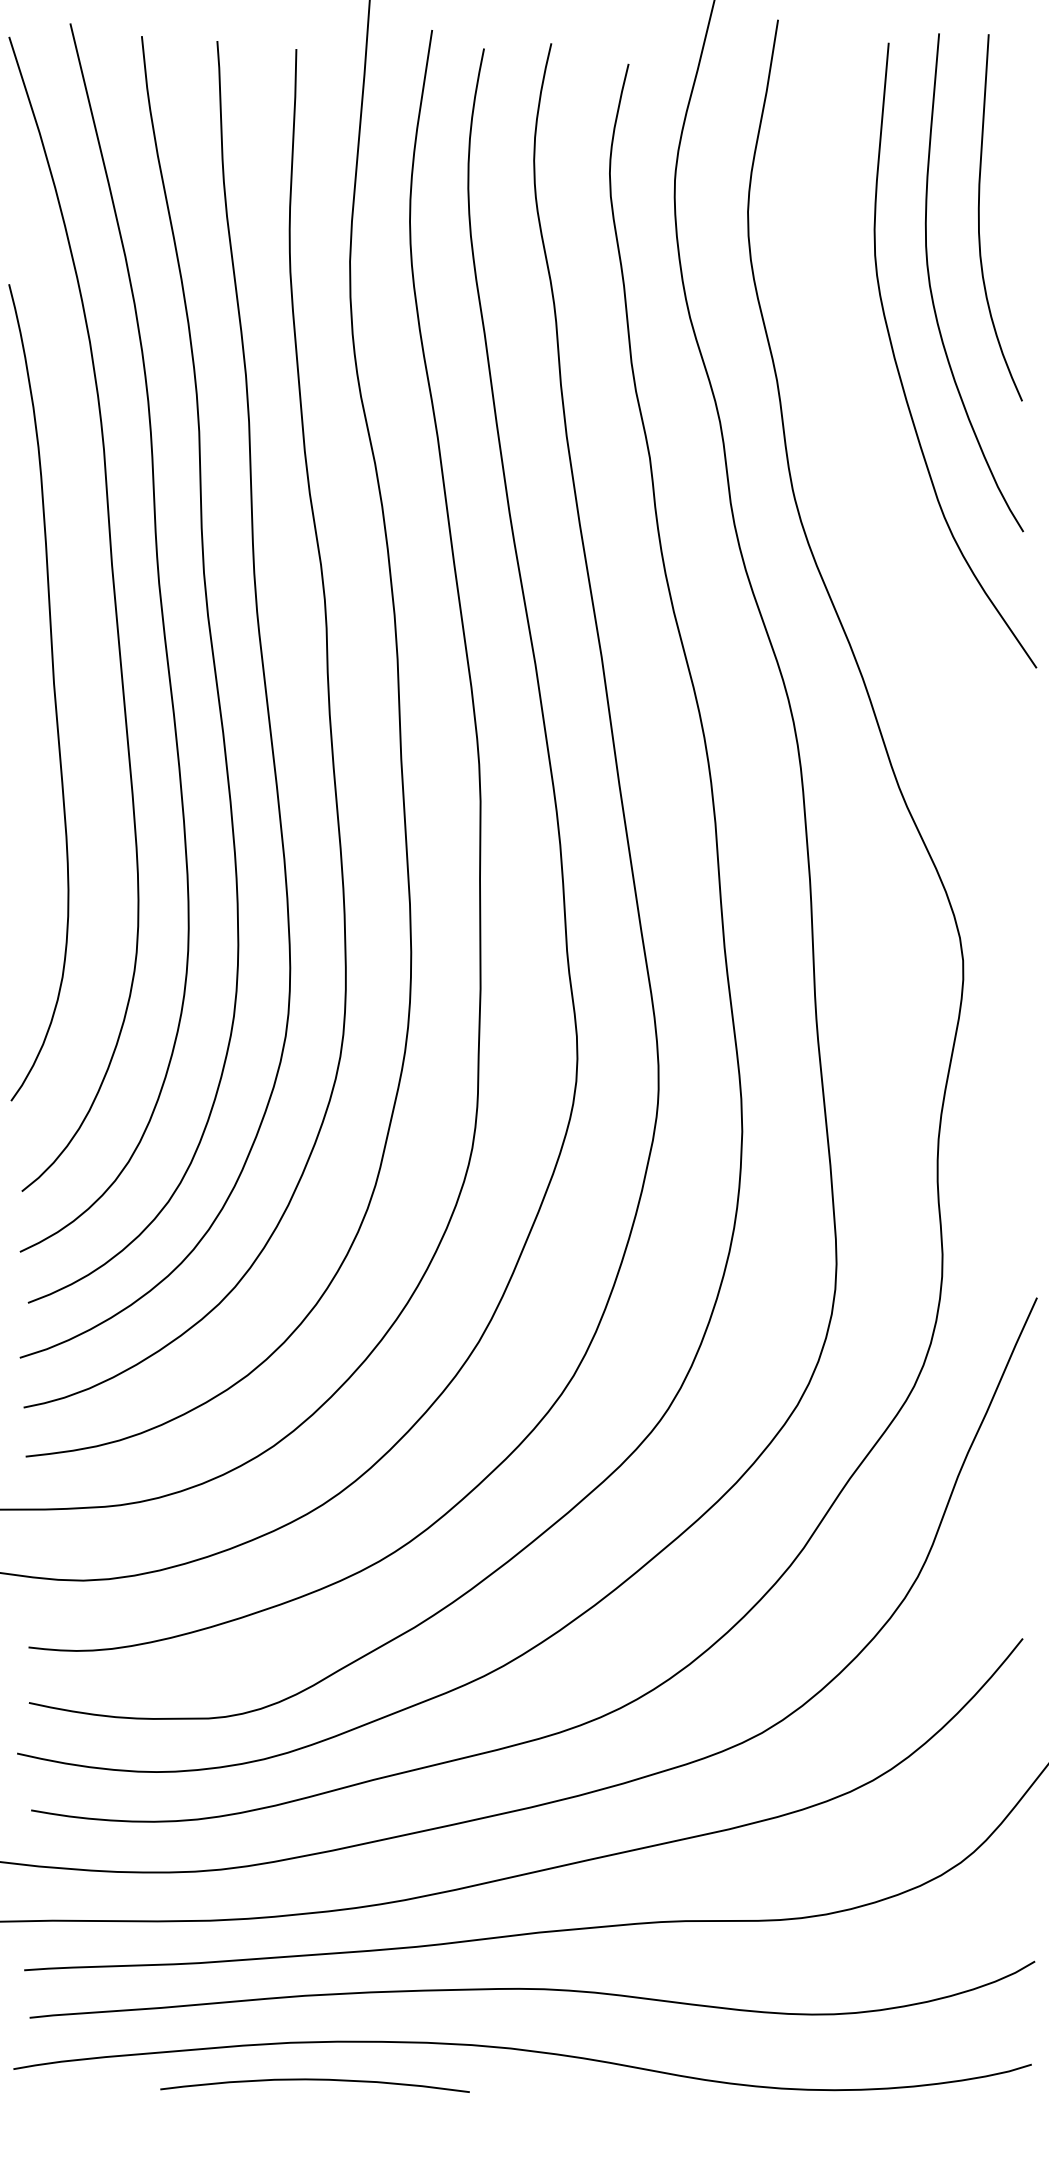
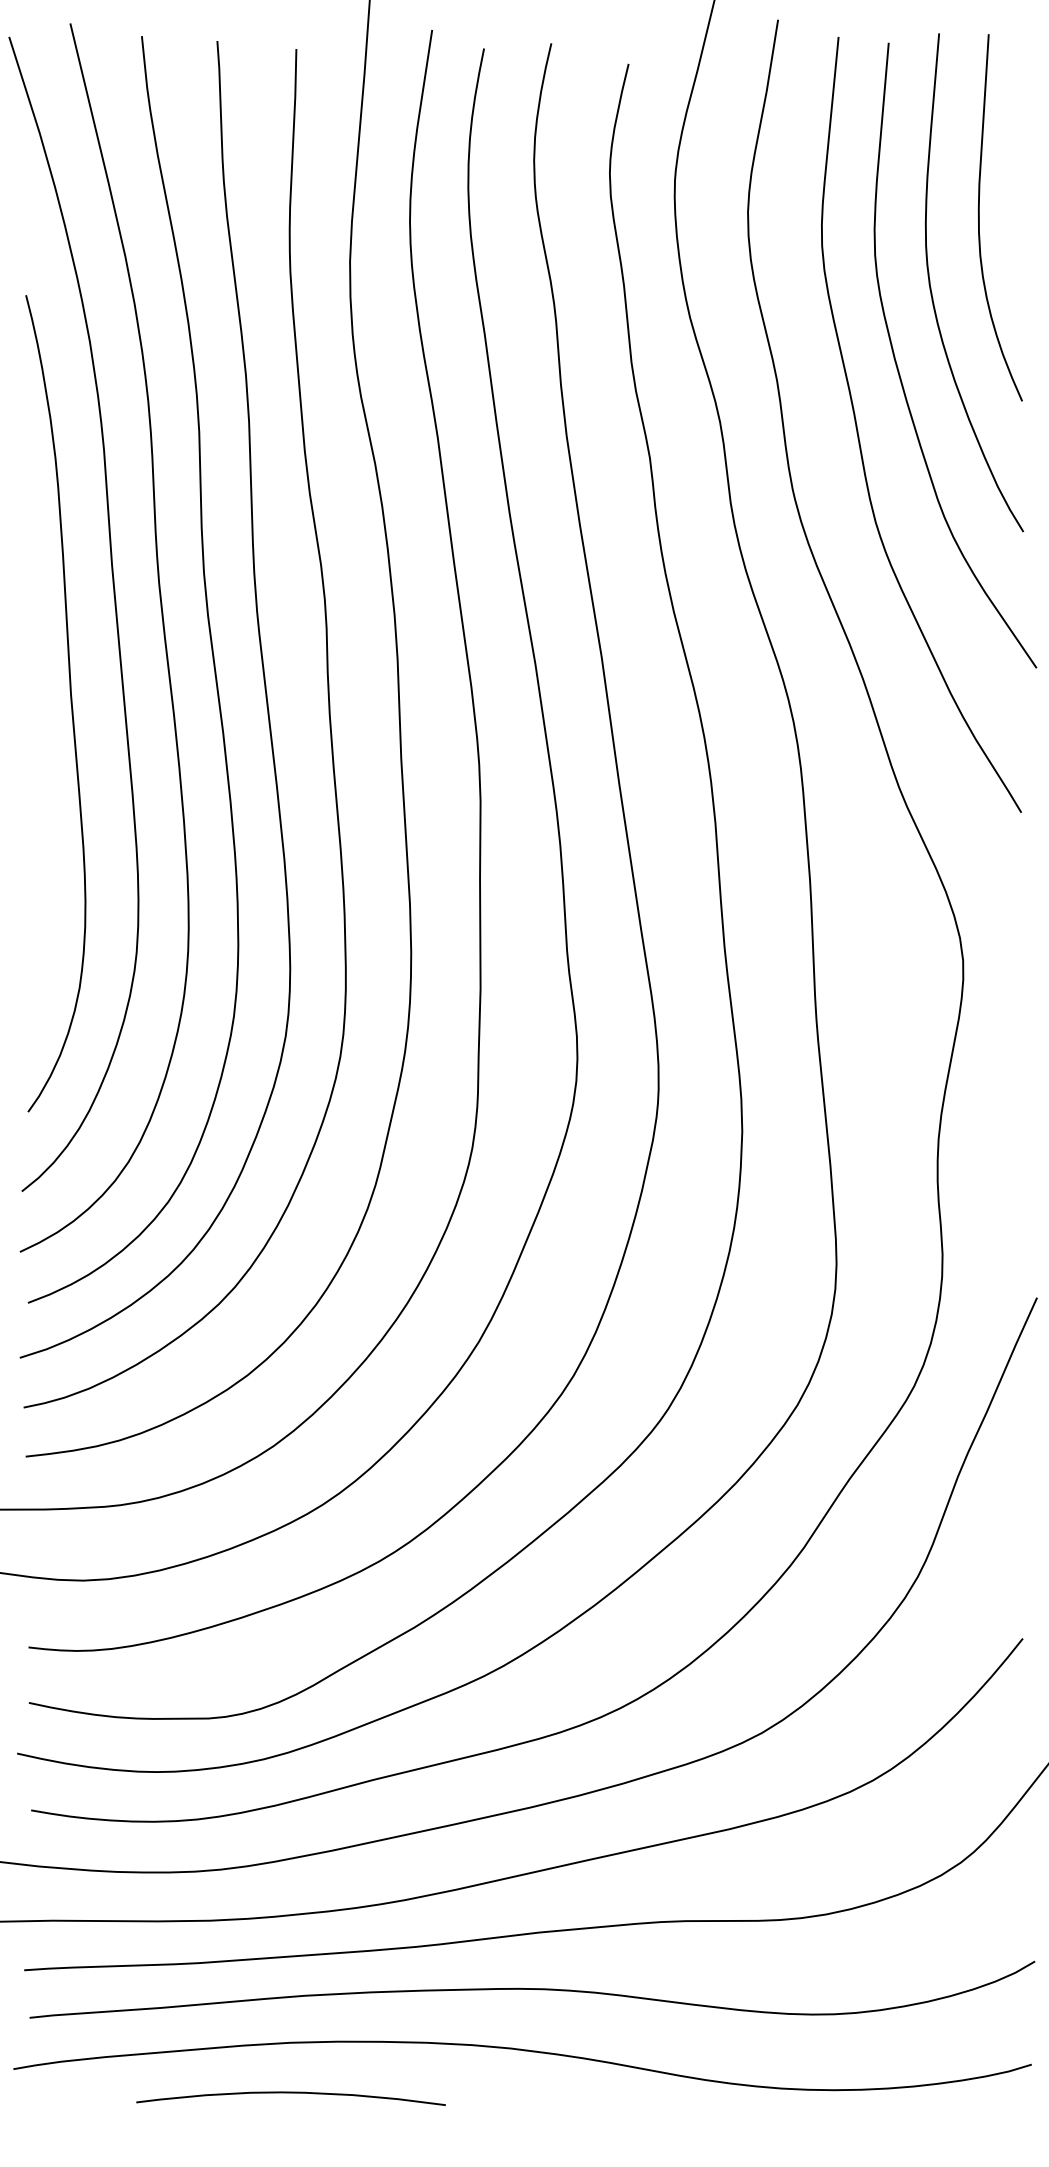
curve at (859, 436): none -> present
curve at (53, 692) position: (53, 692) -> (70, 703)
curve at (314, 2080) position: (314, 2080) -> (290, 2093)
